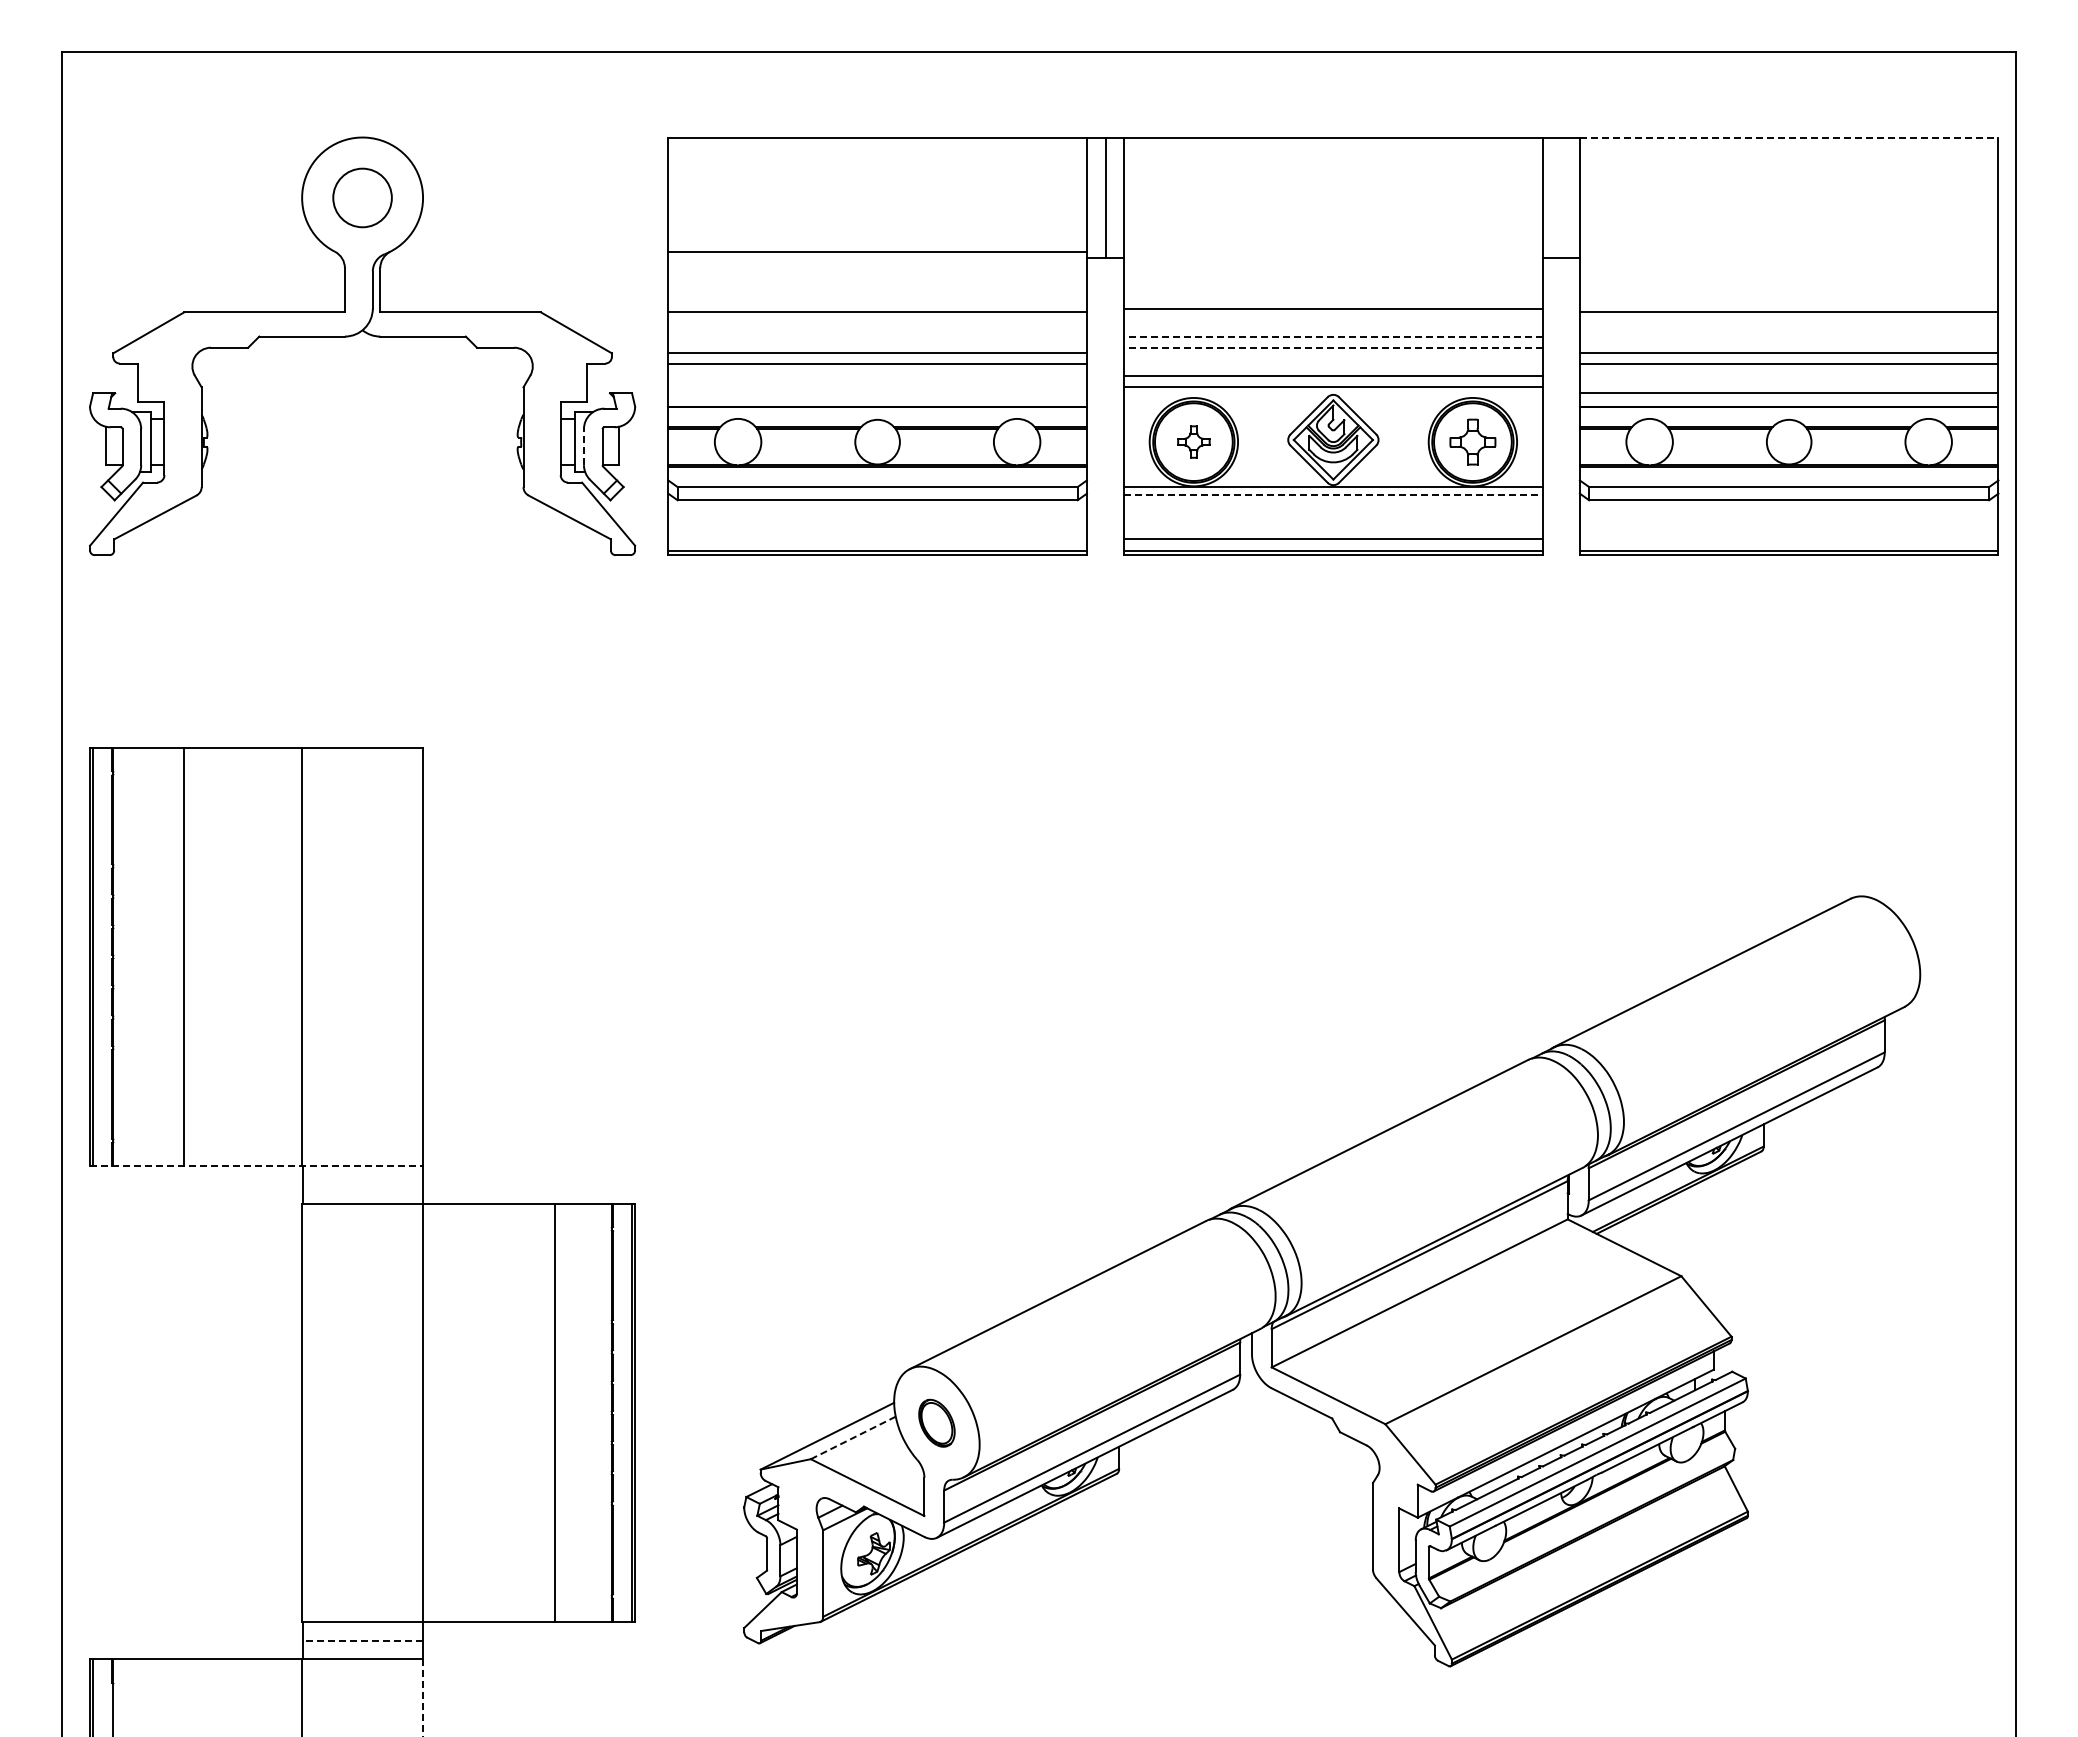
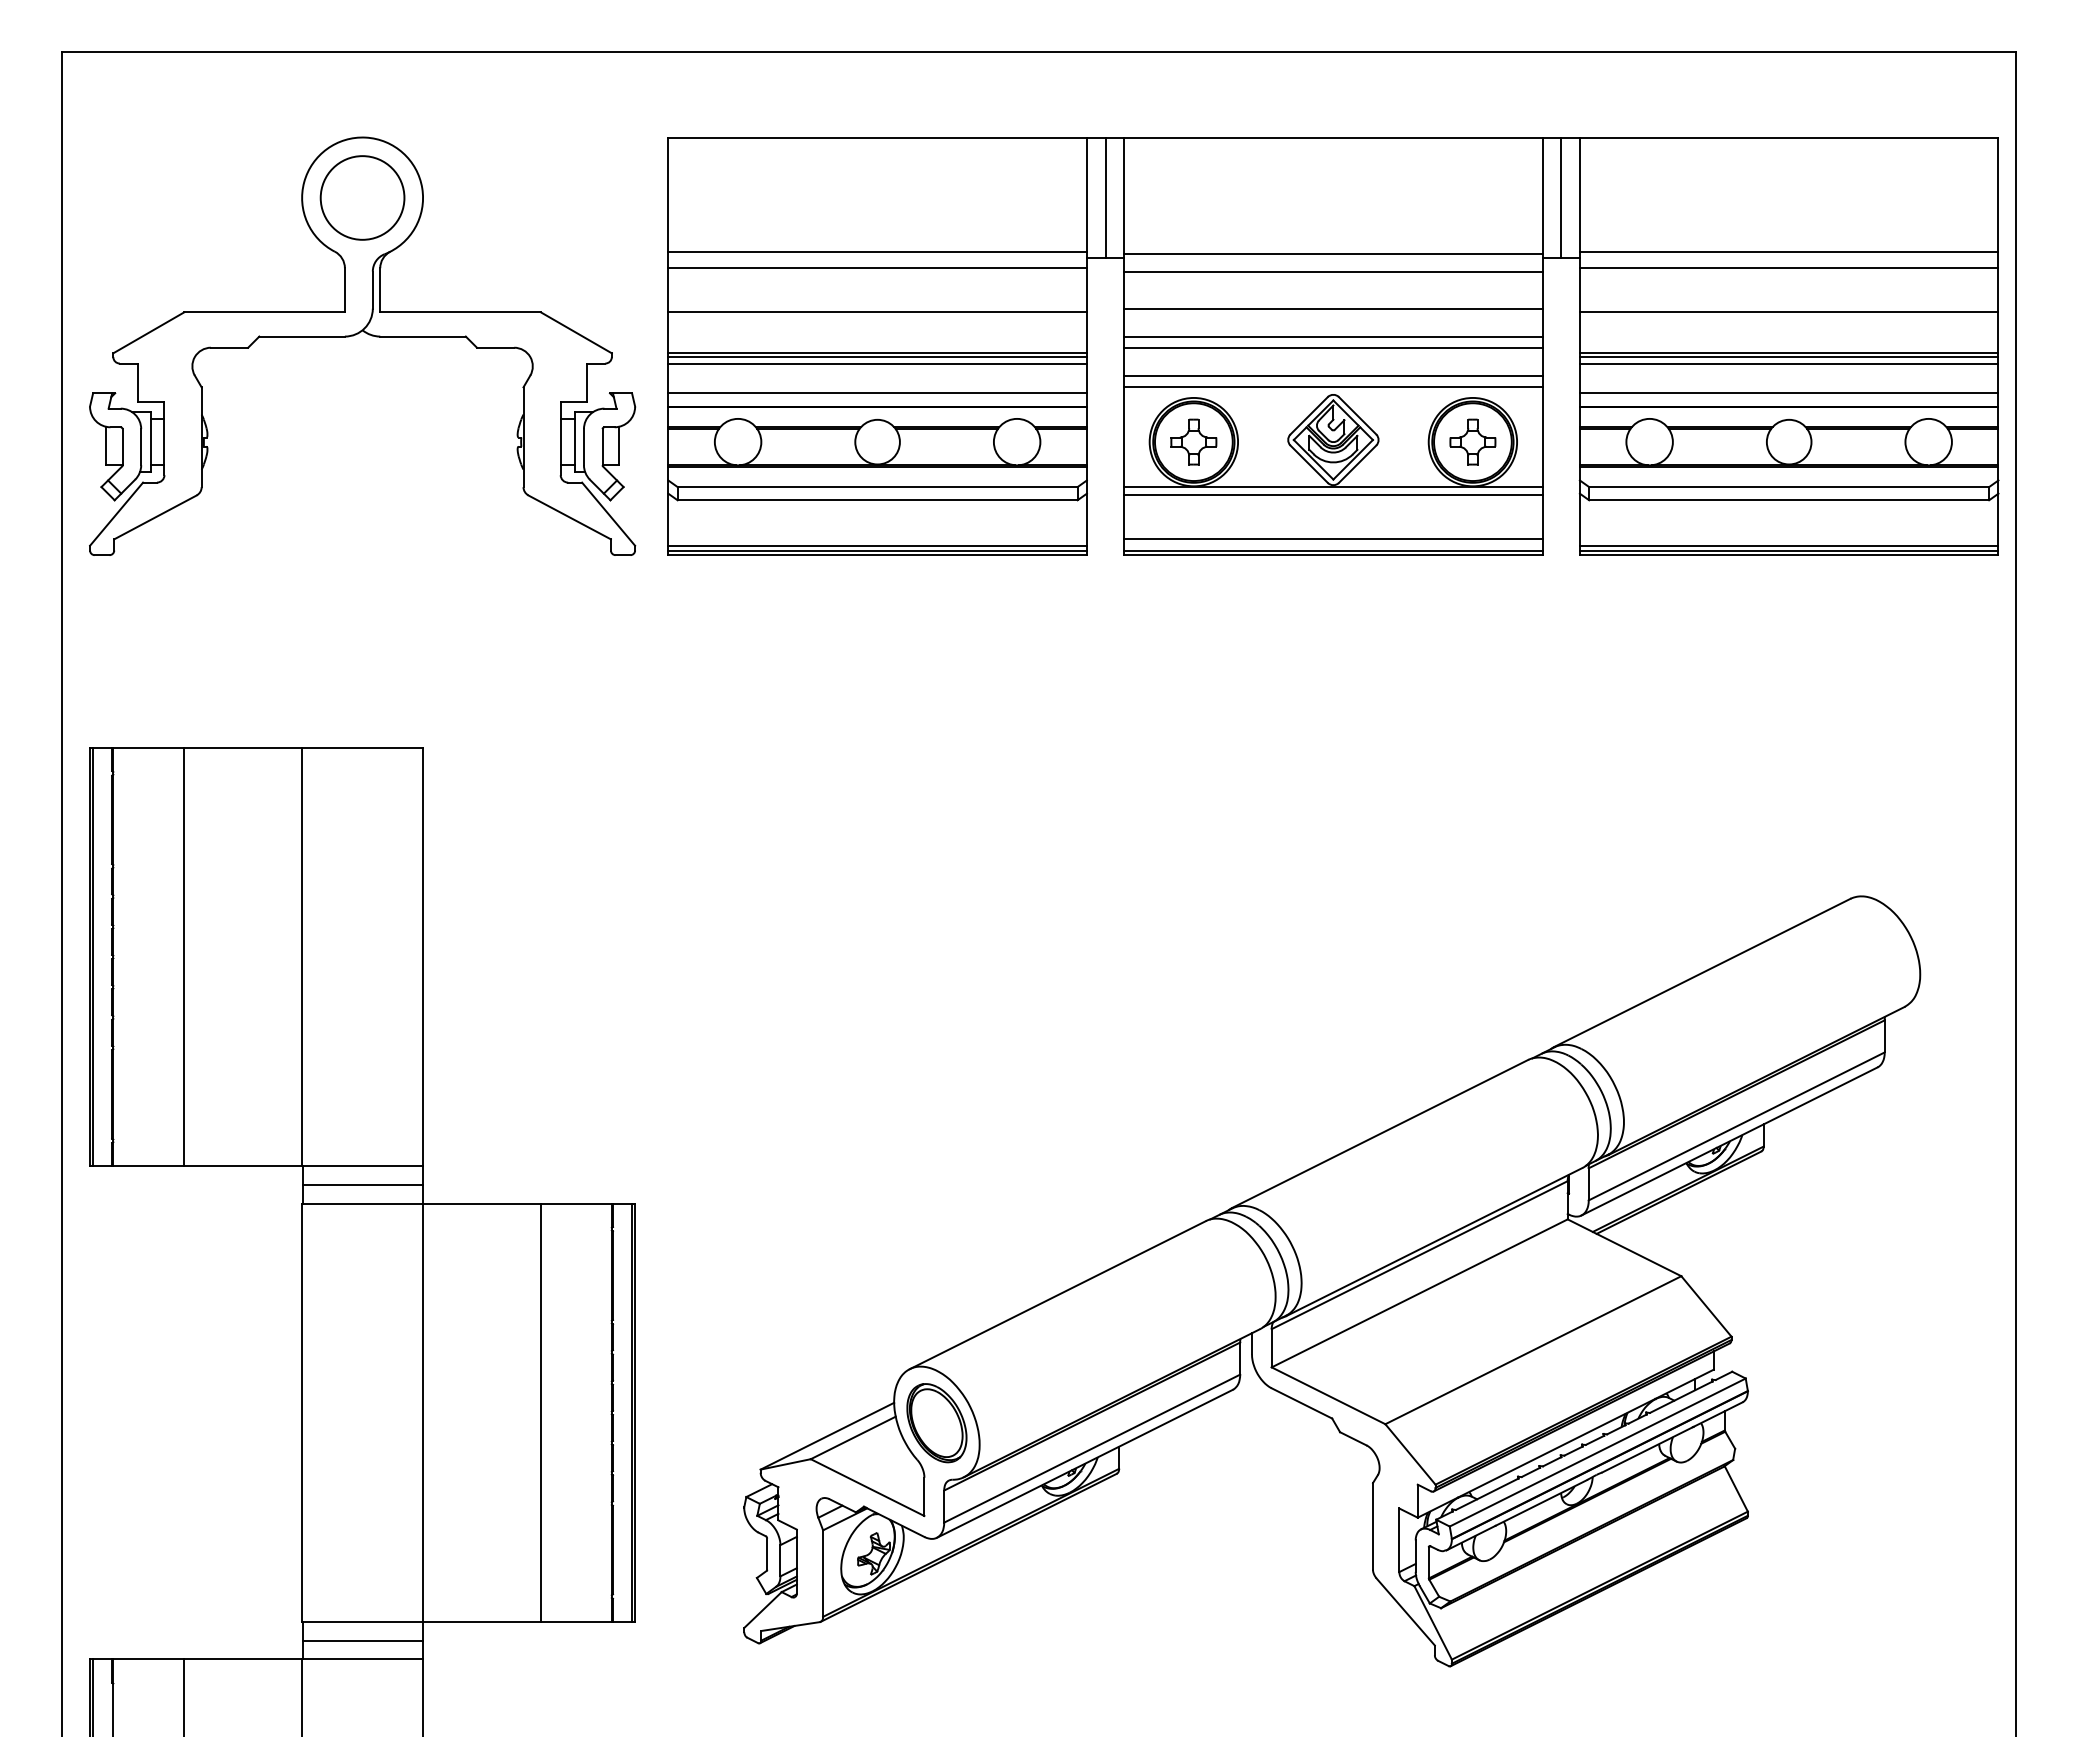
line at (1789, 137): dashed -> solid
circle at (362, 197) diameter: 59 px -> 84 px
line at (1561, 197): none -> present
line at (1788, 251): none -> present
line at (1333, 254): none -> present
line at (877, 268): none -> present
line at (1788, 268): none -> present
line at (1333, 271): none -> present
line at (1332, 336): dashed -> solid
line at (1332, 347): dashed -> solid
line at (877, 357): none -> present
line at (1788, 357): none -> present
line at (877, 393): none -> present
part at (1193, 441) size: 34x34 px -> 48x48 px
line at (583, 446): dashed -> solid
line at (1333, 495): dashed -> solid
line at (877, 545): none -> present
line at (1788, 545): none -> present
line at (257, 1166): dashed -> solid
line at (362, 1184): none -> present
line at (554, 1412) position: (554, 1412) -> (540, 1412)
part at (936, 1422) size: 38x50 px -> 62x81 px
line at (852, 1438): dashed -> solid
line at (362, 1640): dashed -> solid
line at (184, 1696): none -> present
line at (423, 1698): dashed -> solid
